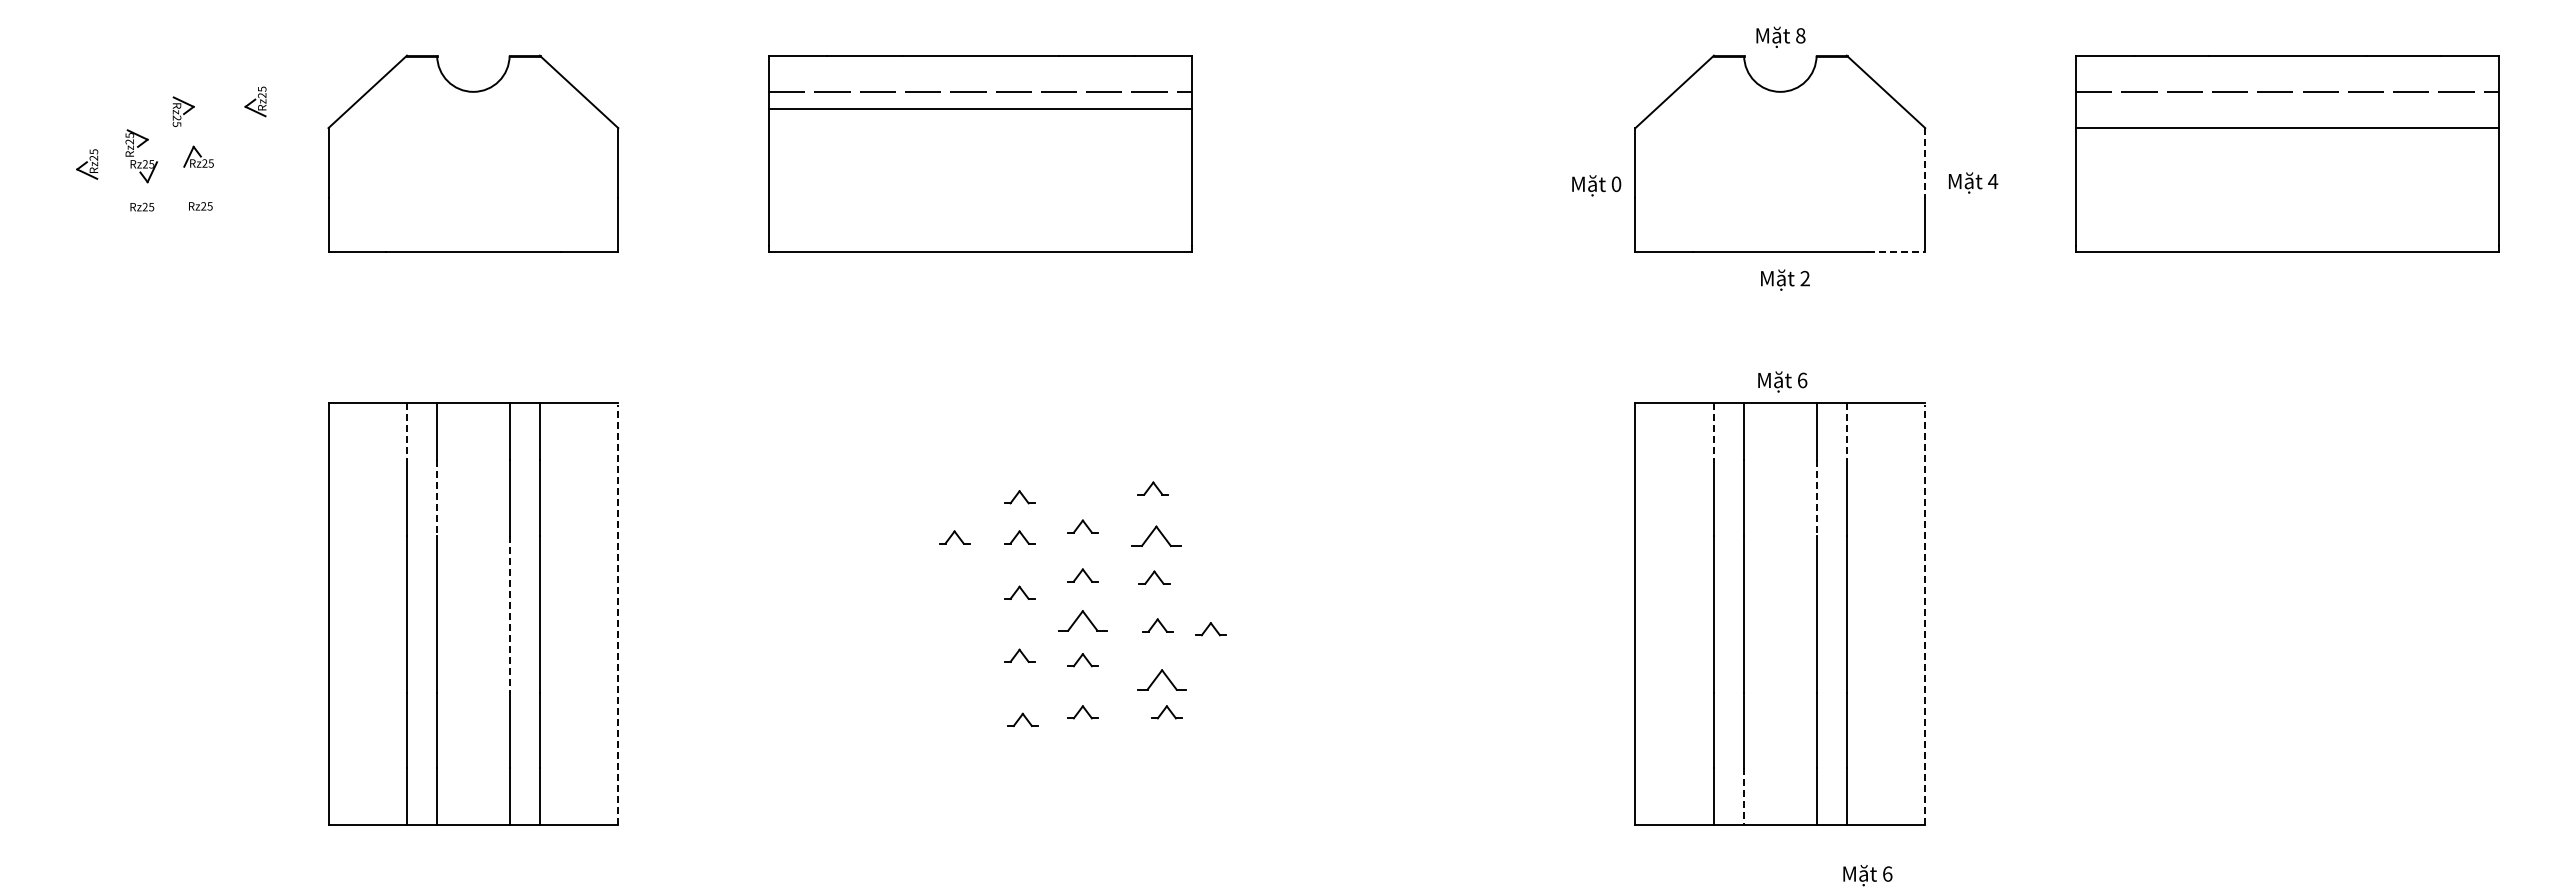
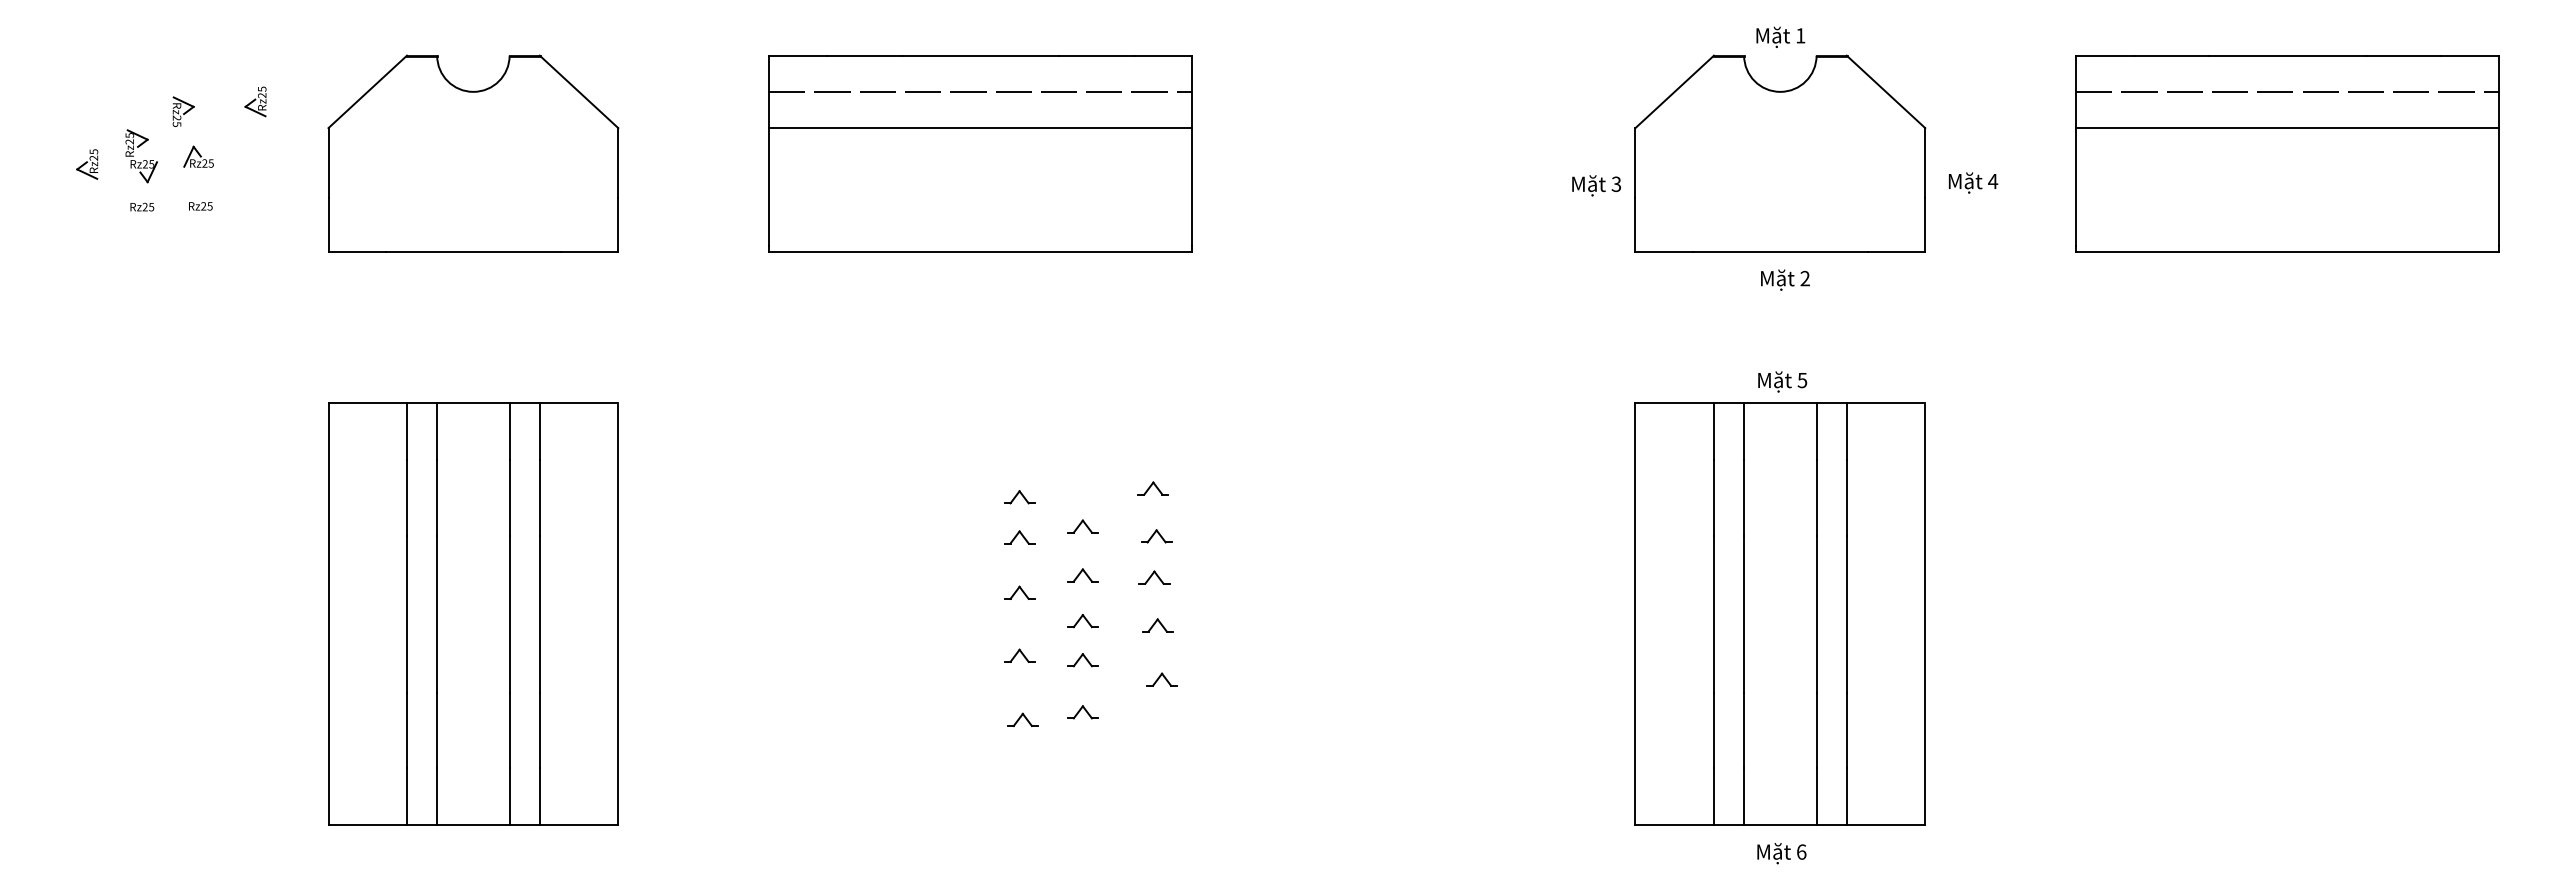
text at (1800, 35): 8 -> 1
line at (980, 109) position: (980, 109) -> (980, 128)
line at (1925, 162): dashed -> solid
text at (1616, 183): 0 -> 3
line at (1896, 251): dashed -> solid
text at (1802, 380): 6 -> 5
line at (407, 431): dashed -> solid
line at (1713, 431): dashed -> solid
line at (1846, 431): dashed -> solid
line at (437, 497): dashed -> solid
line at (1816, 497): dashed -> solid
part at (1156, 535) size: 51x22 px -> 32x15 px
part at (954, 537): present -> none
line at (509, 614): dashed -> solid
line at (618, 614): dashed -> solid
line at (1925, 614): dashed -> solid
part at (1082, 620) size: 50x22 px -> 32x15 px
part at (1210, 629): present -> none
part at (1161, 679) size: 50x22 px -> 32x15 px
part at (1166, 712): present -> none
line at (1744, 796): dashed -> solid
text at (1867, 875) position: (1867, 875) -> (1781, 853)
